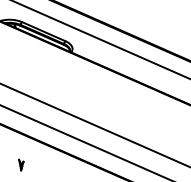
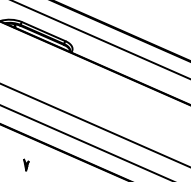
part at (21, 164) position: (21, 164) -> (26, 164)
